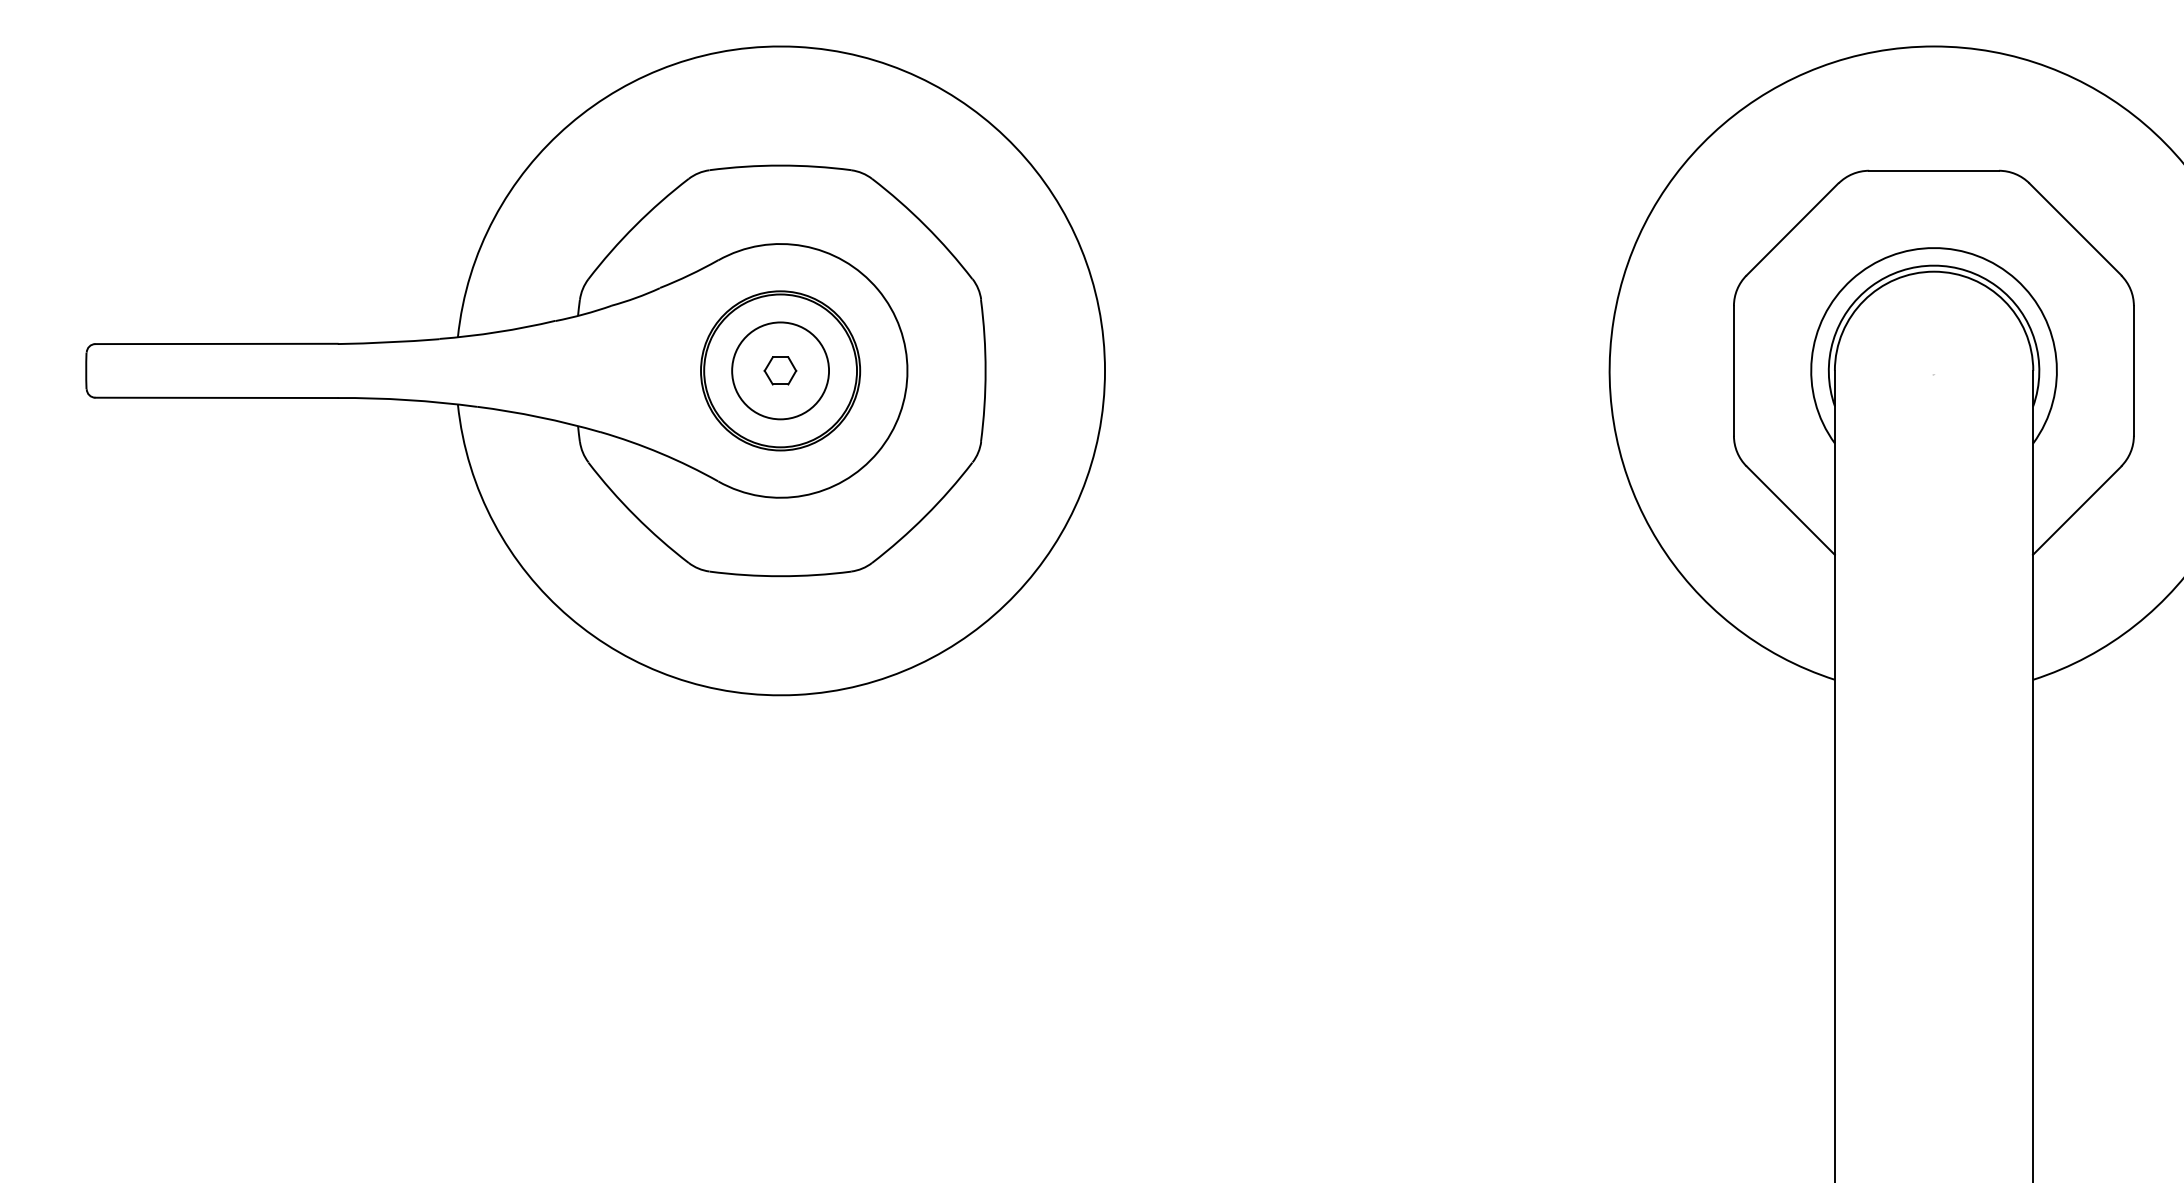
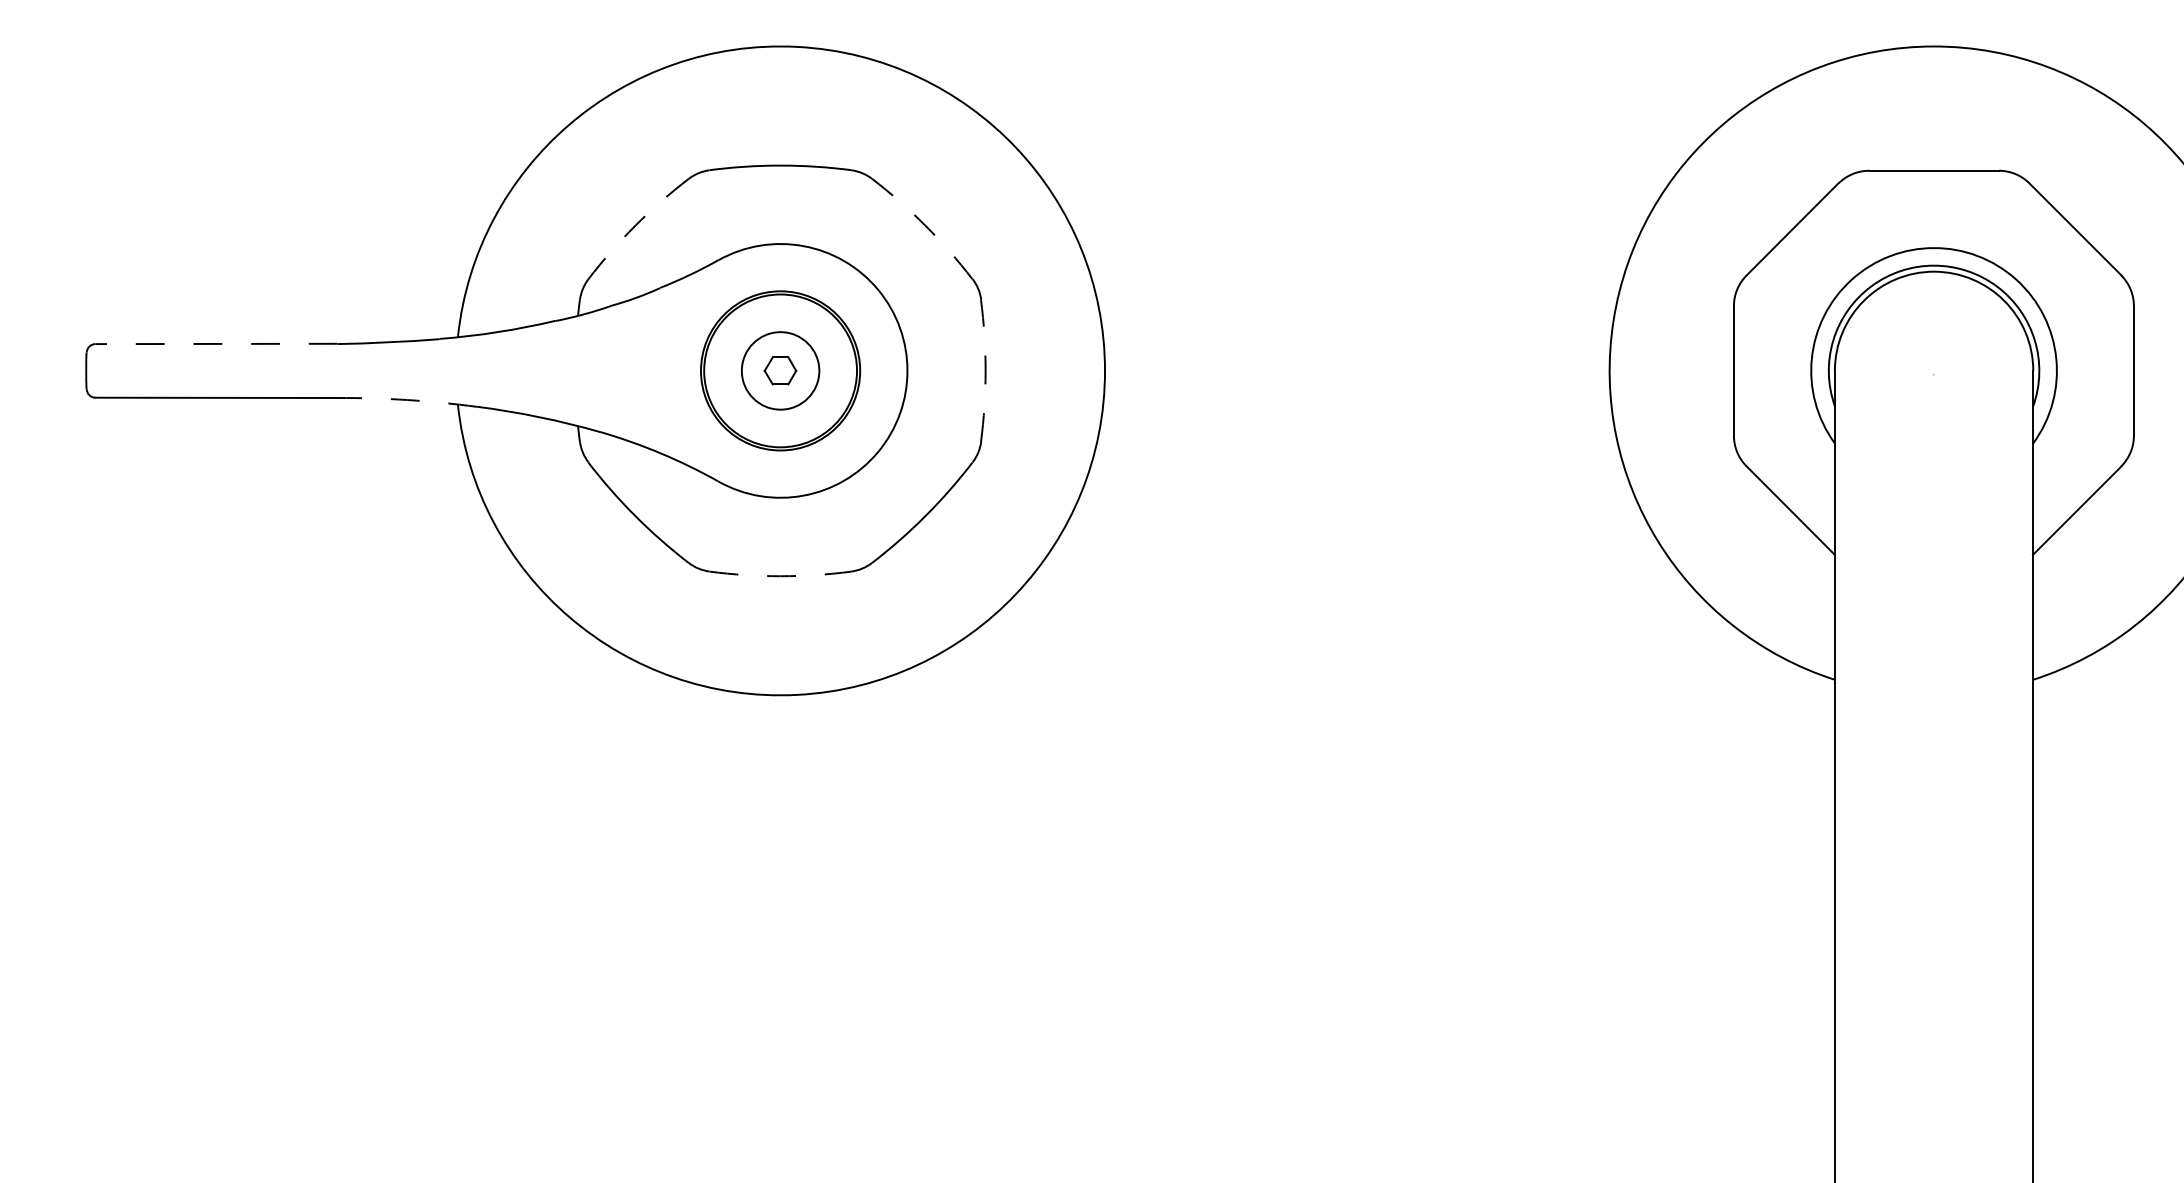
arc at (635, 225): solid -> dashed
arc at (925, 225): solid -> dashed
line at (216, 343): solid -> dashed
circle at (780, 370) diameter: 97 px -> 78 px
arc at (985, 370): solid -> dashed
arc at (407, 400): solid -> dashed
arc at (780, 576): solid -> dashed
